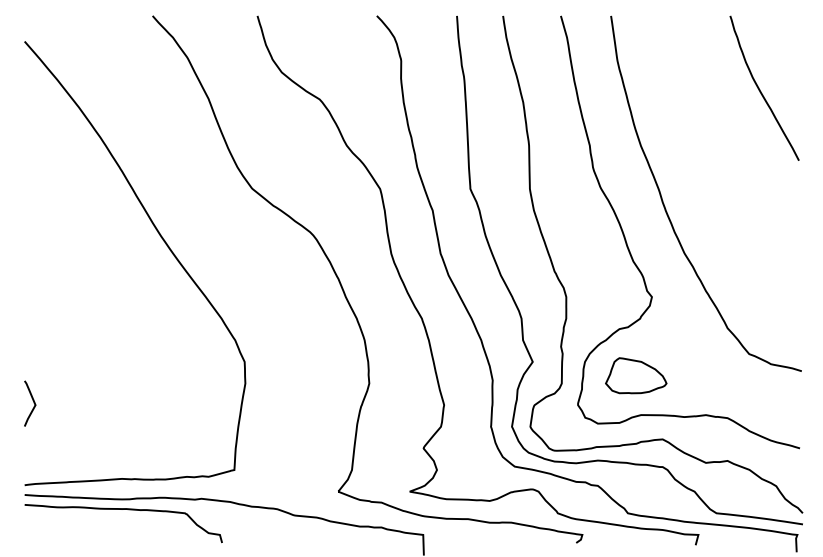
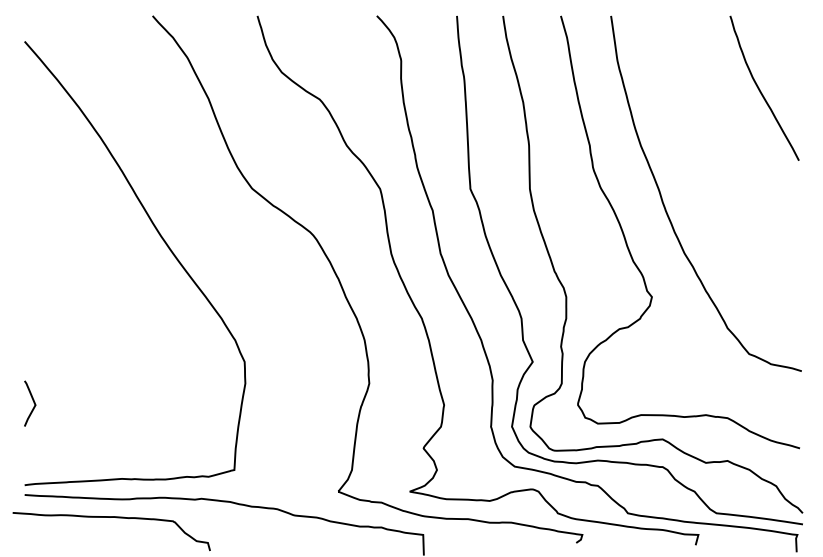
part at (636, 375): present -> none
curve at (128, 510) position: (128, 510) -> (116, 518)
